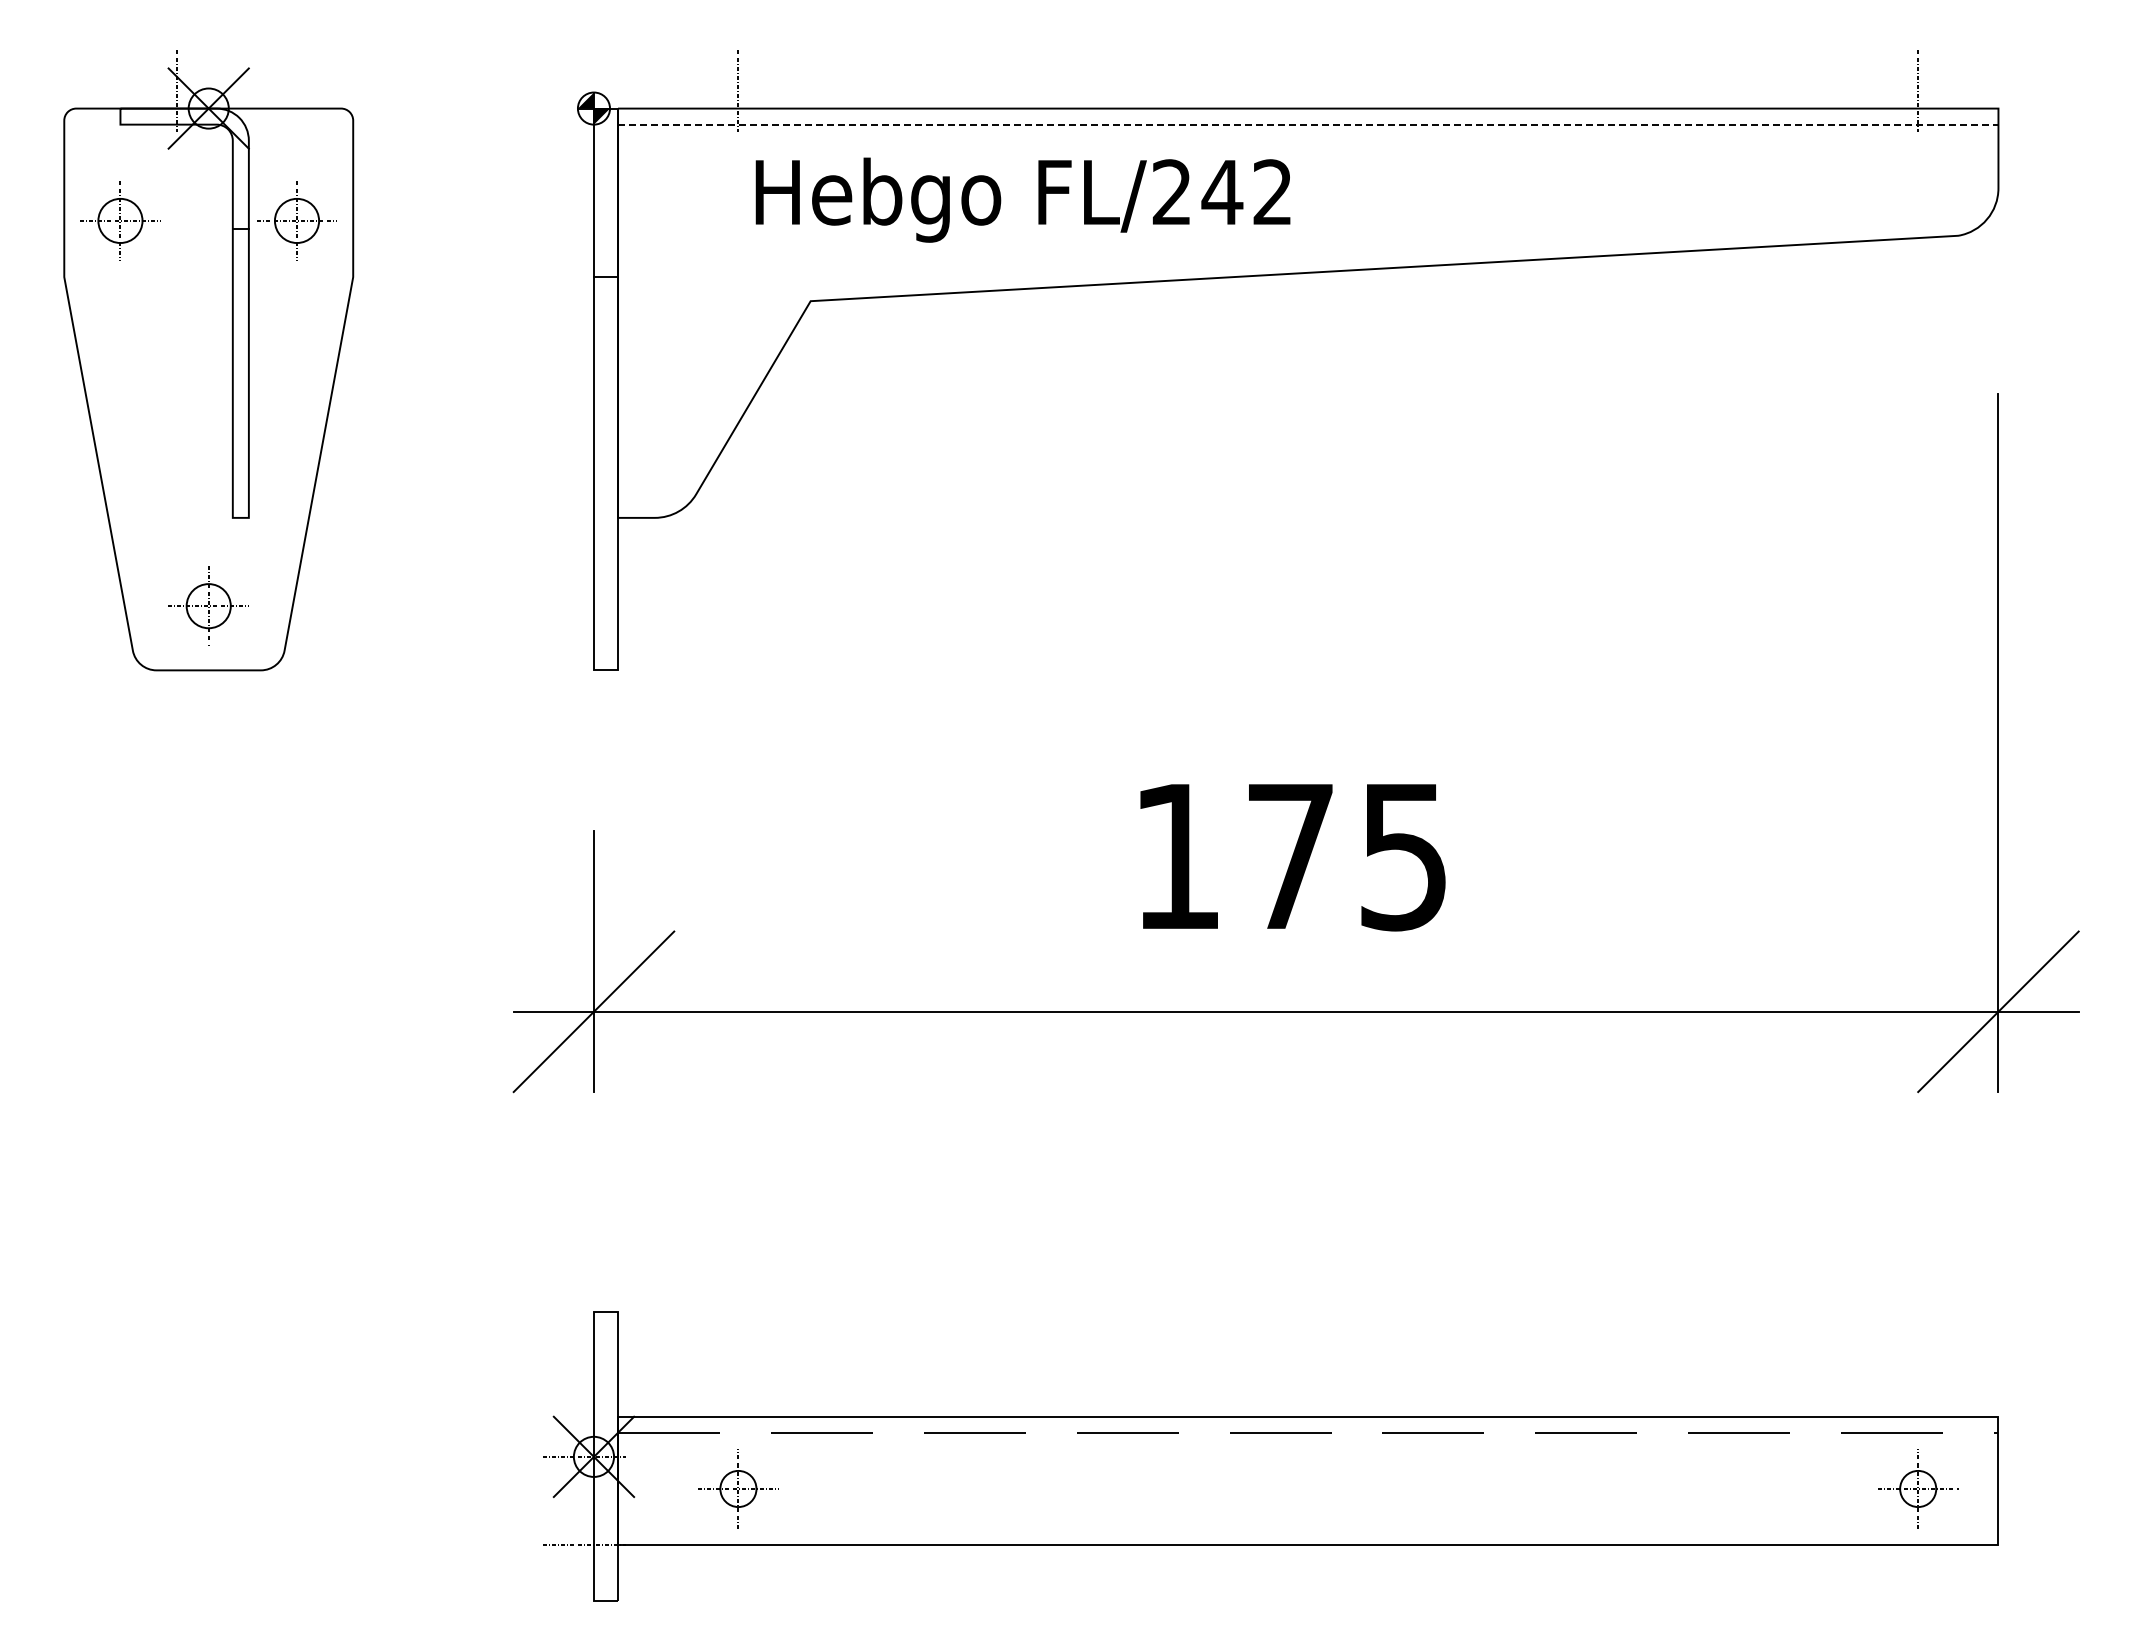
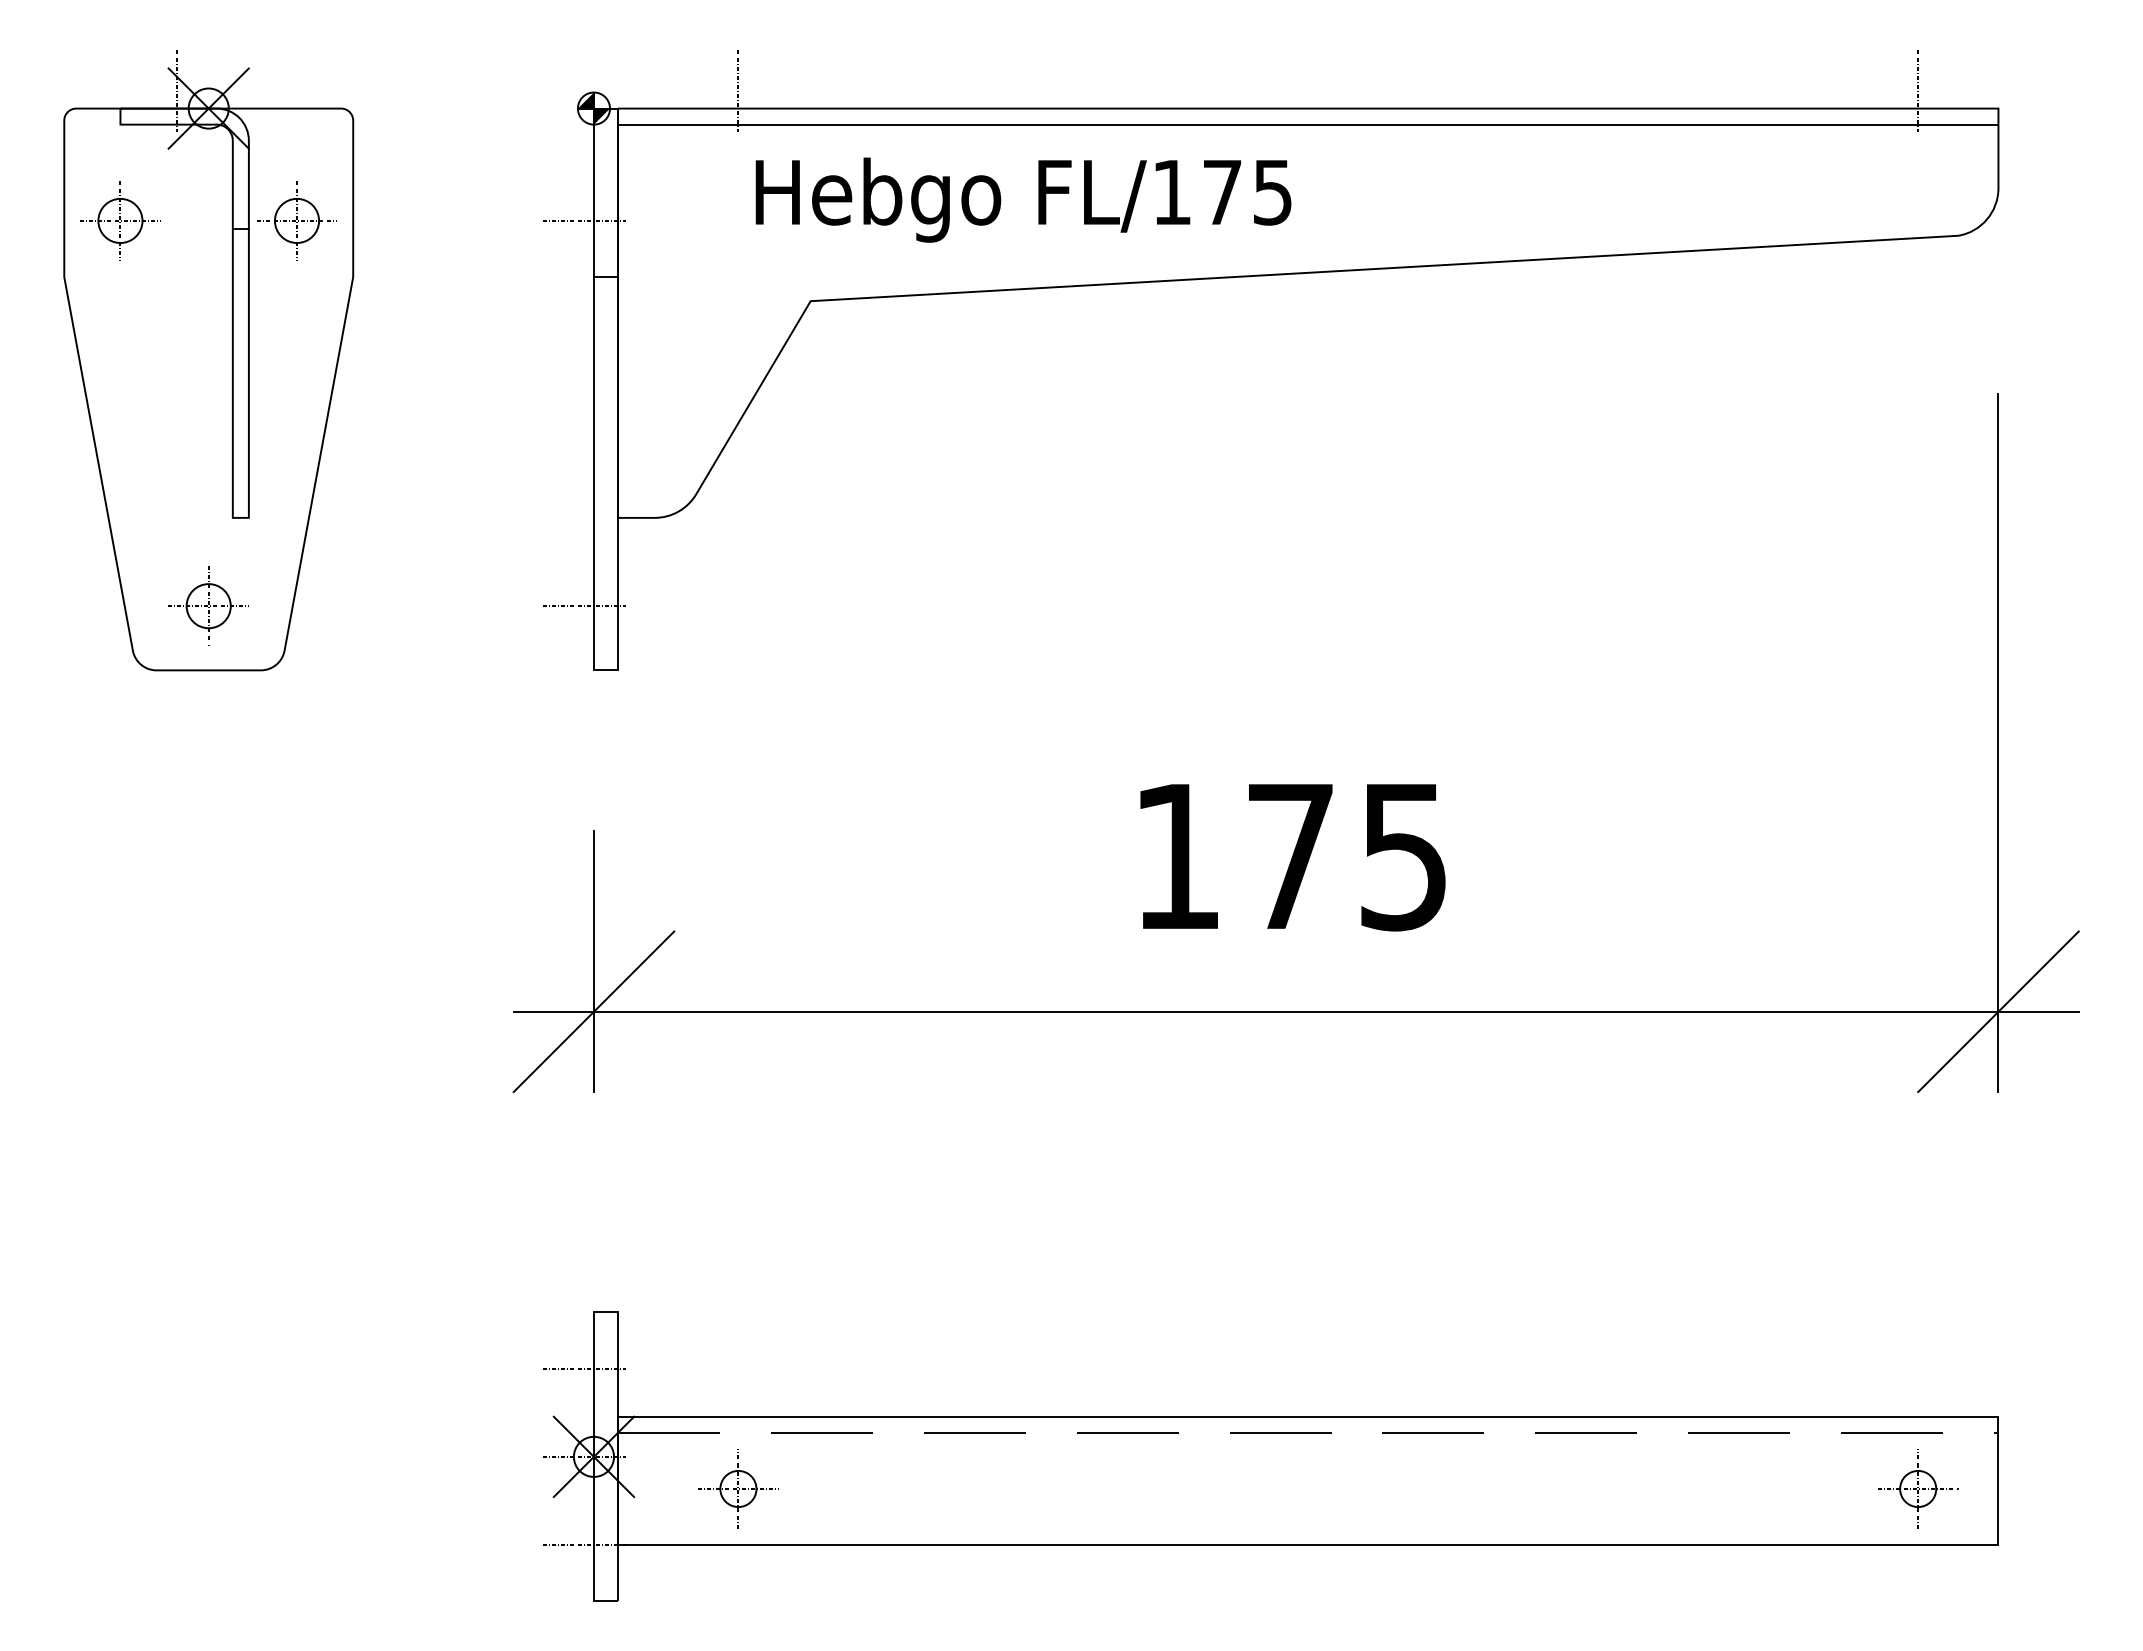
line at (1308, 124): dashed -> solid
text at (1221, 192): FL/242 -> FL/175
line at (584, 220): none -> present
line at (584, 606): none -> present
line at (584, 1368): none -> present
